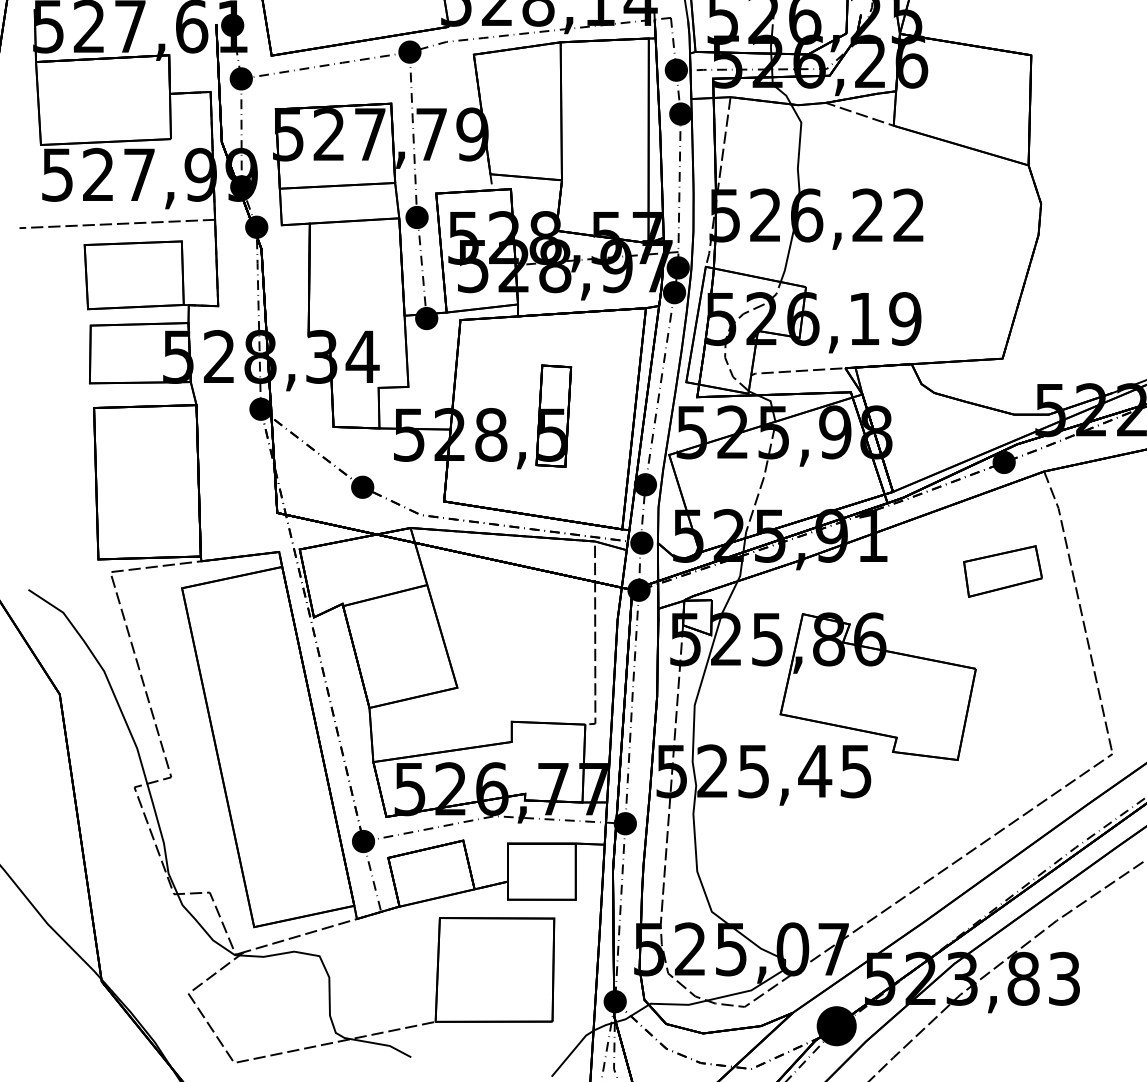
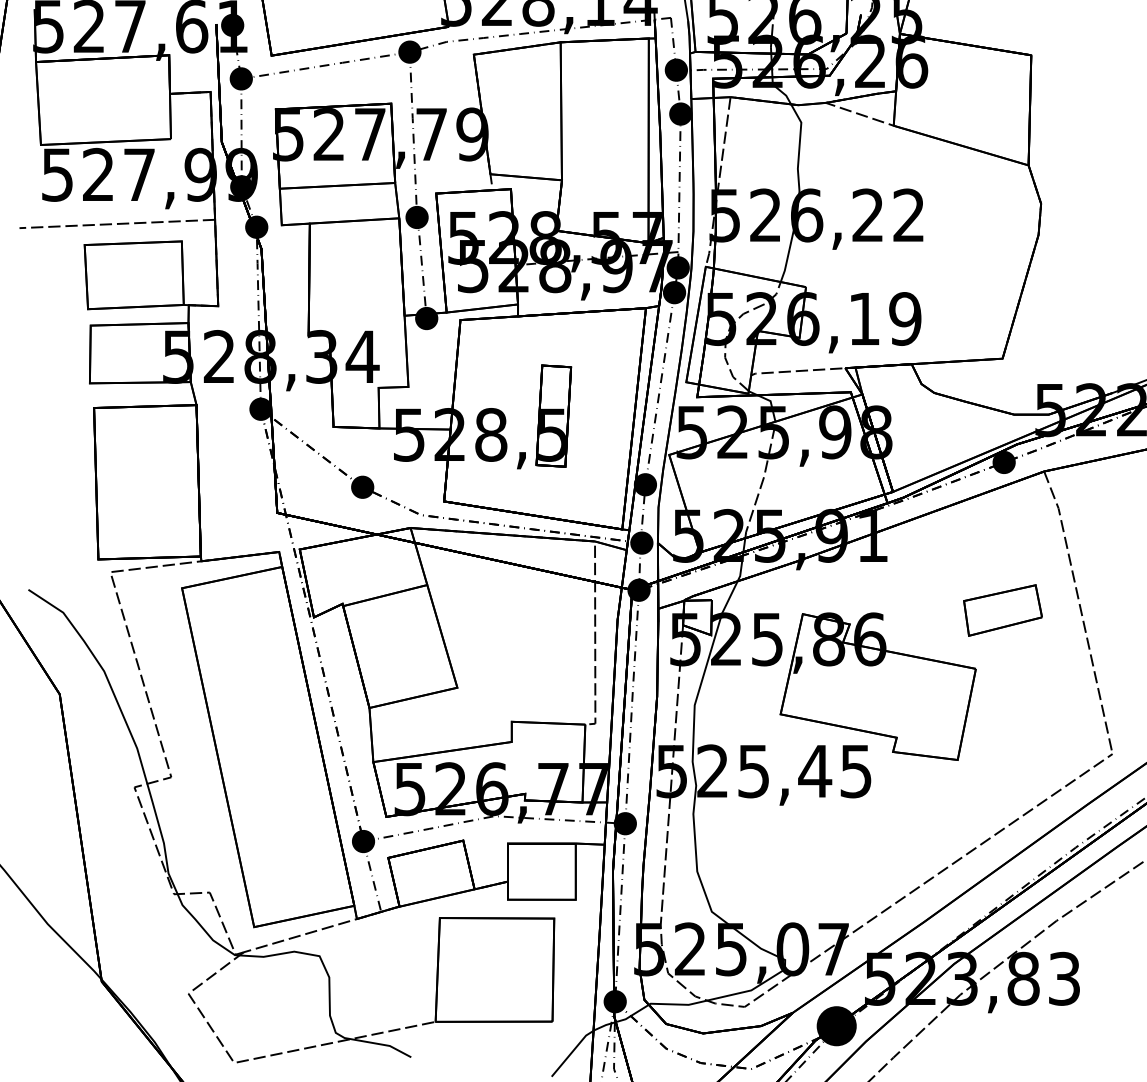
part at (1002, 571) position: (1002, 571) -> (1002, 610)
